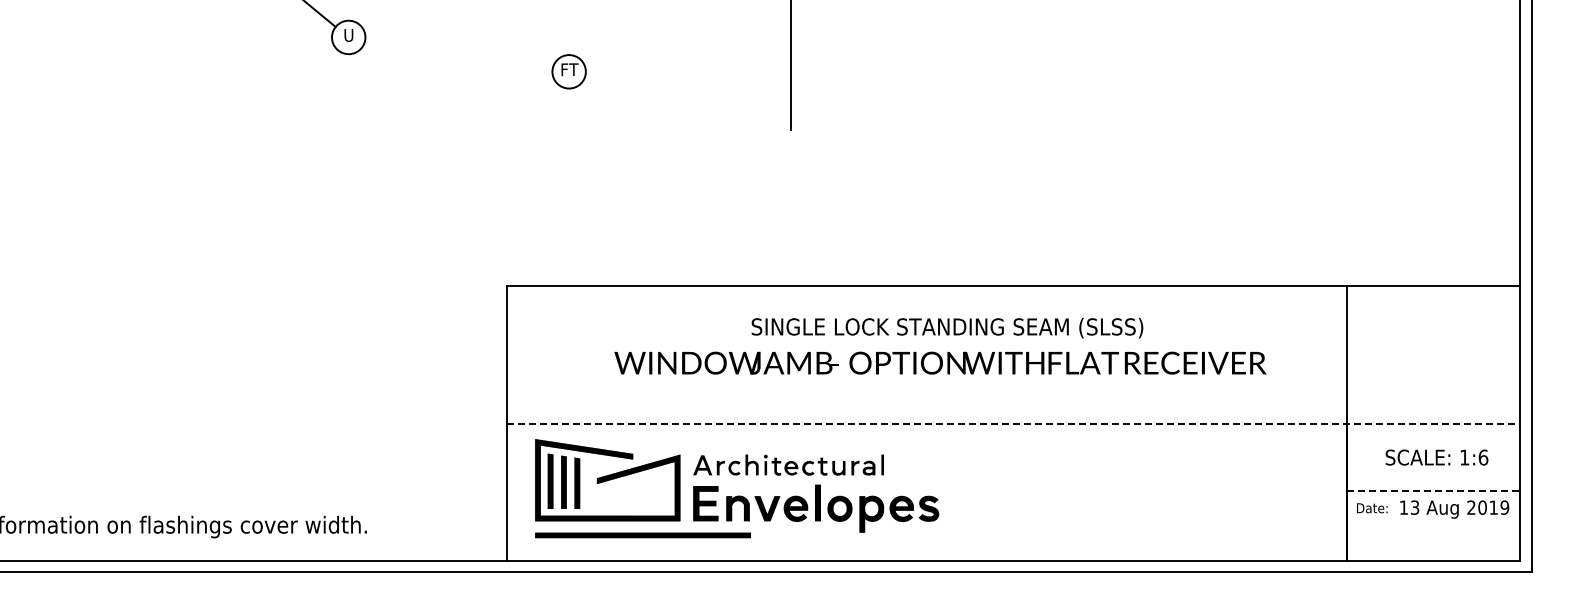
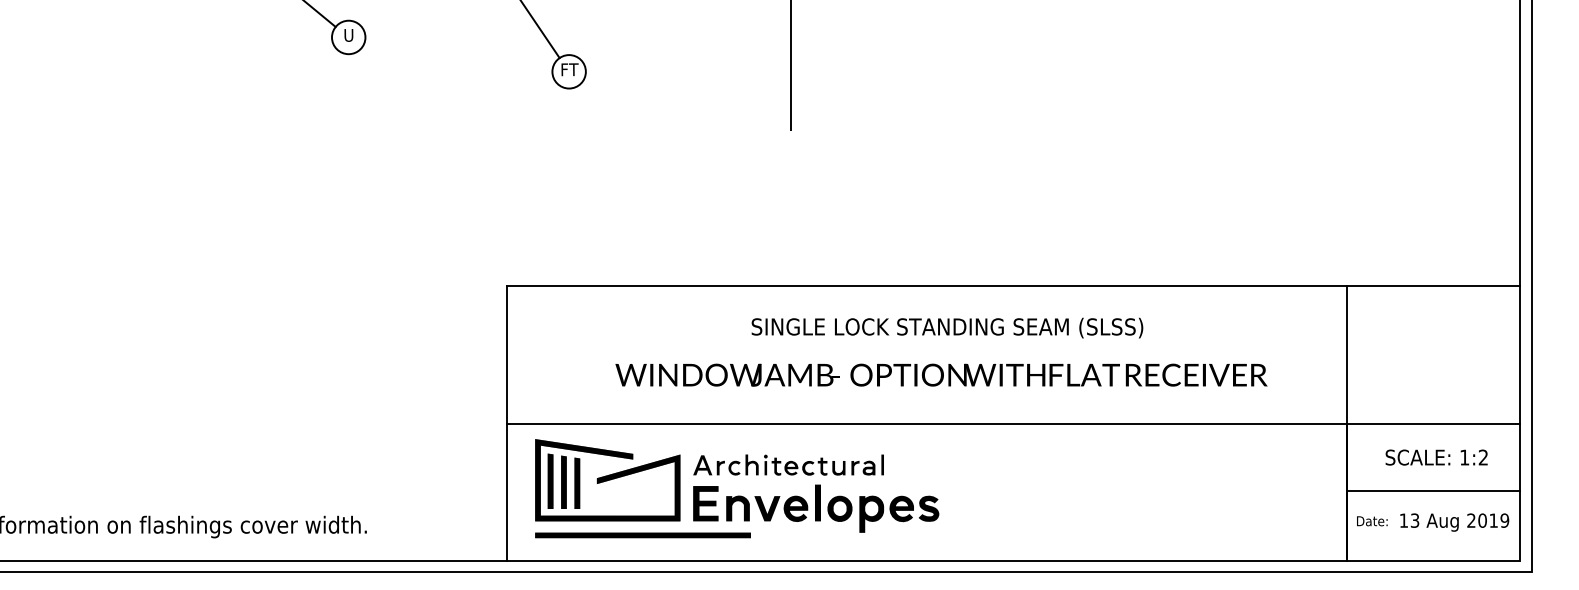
line at (540, 30): none -> present
text at (940, 362) position: (940, 362) -> (941, 374)
line at (1013, 423): dashed -> solid
text at (1483, 457): 1:6 -> 1:2
line at (1433, 490): dashed -> solid
text at (1433, 509) position: (1433, 509) -> (1433, 522)
